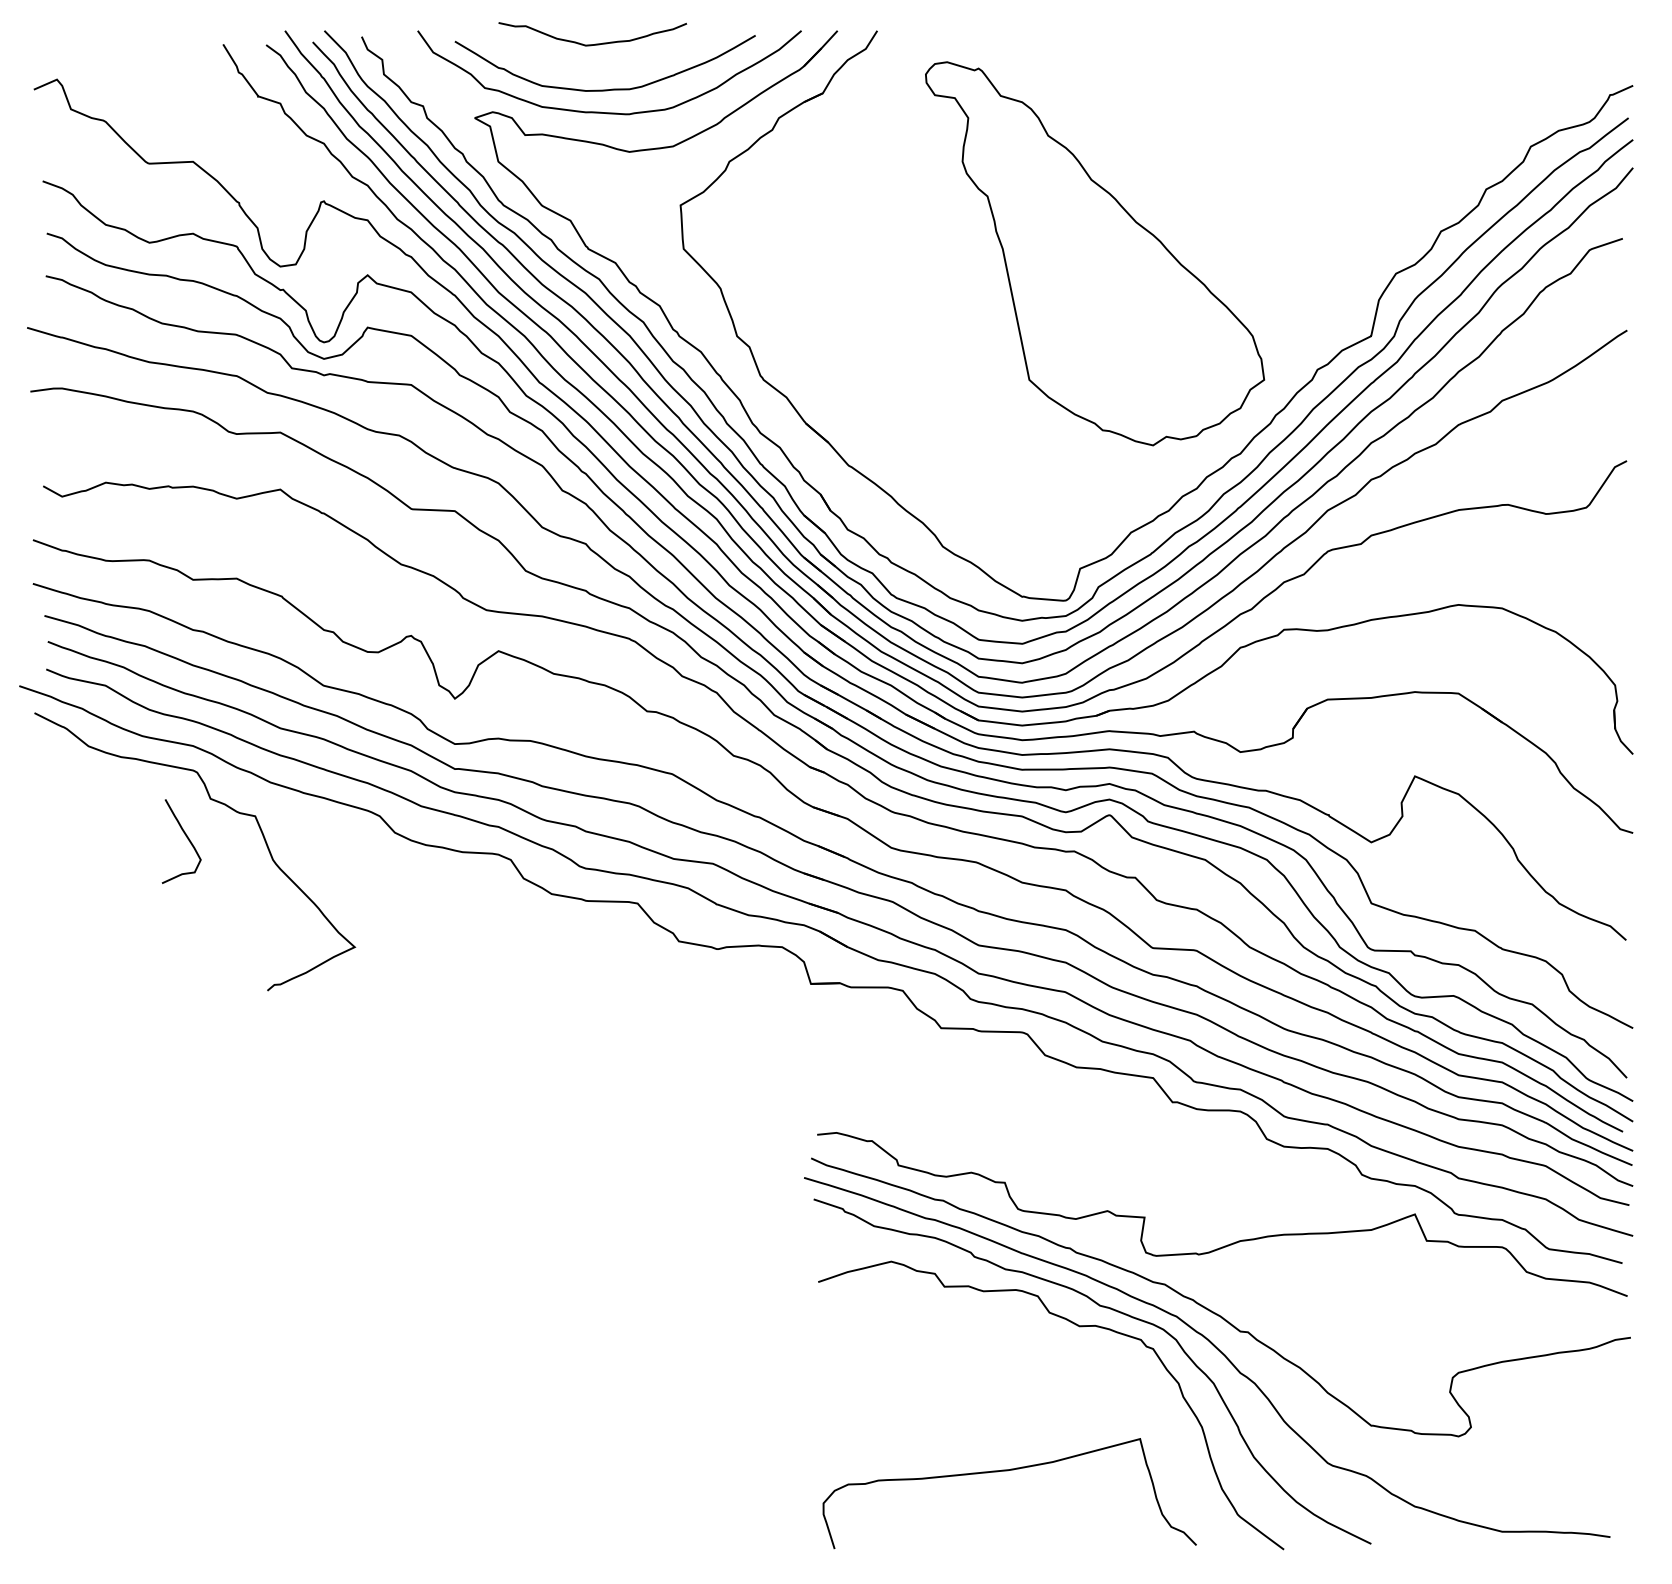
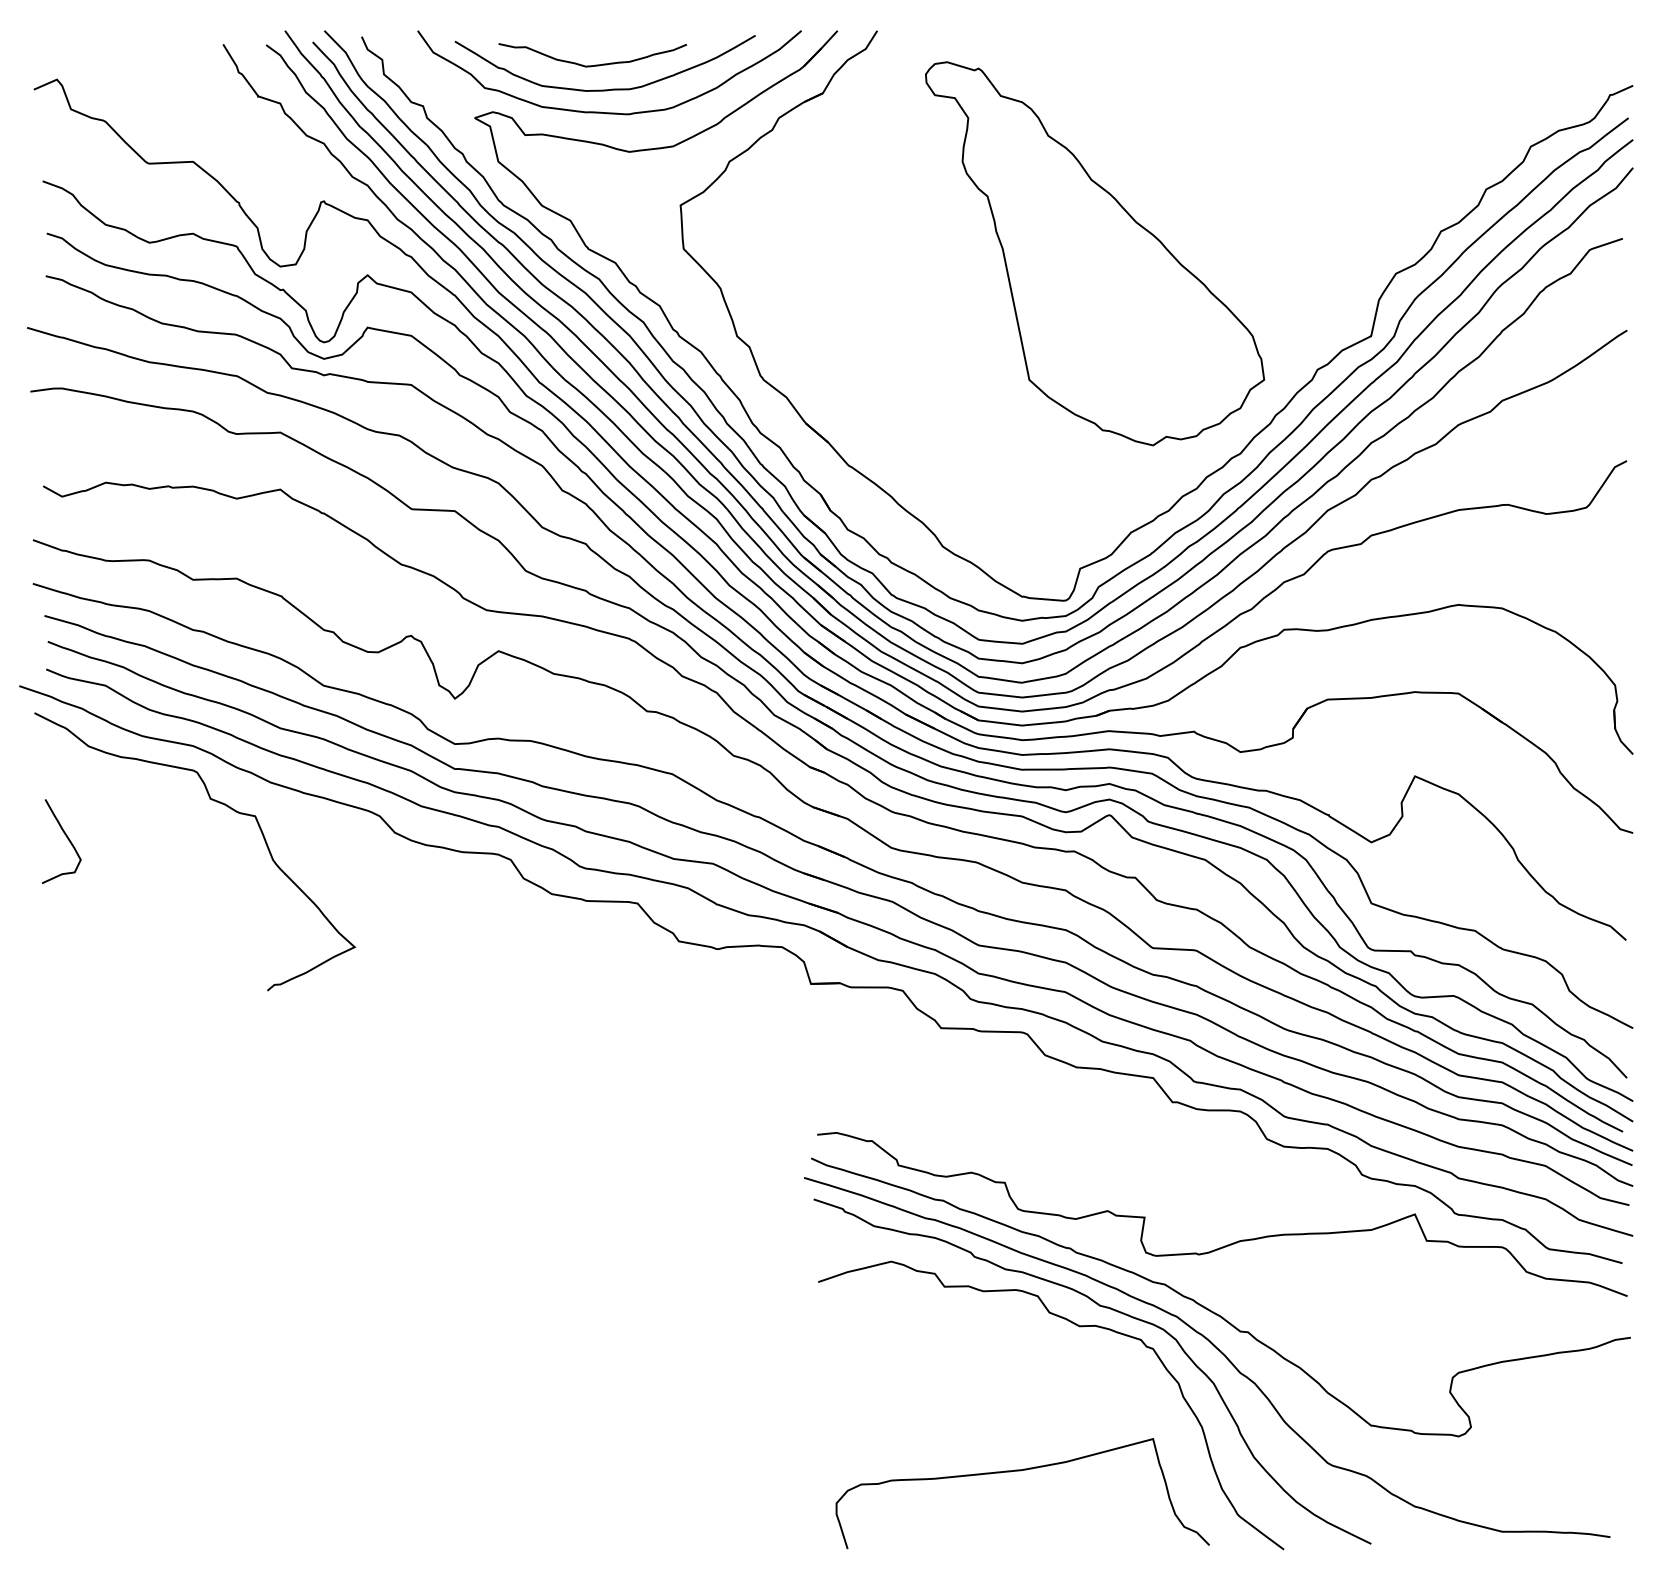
curve at (595, 43) position: (595, 43) -> (595, 64)
curve at (187, 839) position: (187, 839) -> (67, 839)
curve at (1007, 1471) position: (1007, 1471) -> (1020, 1471)
